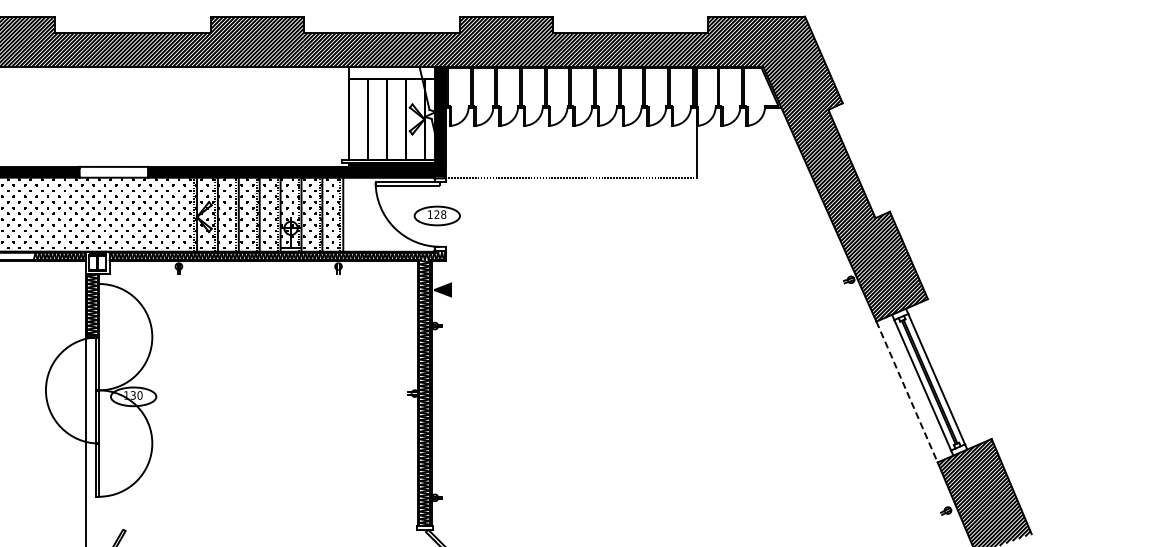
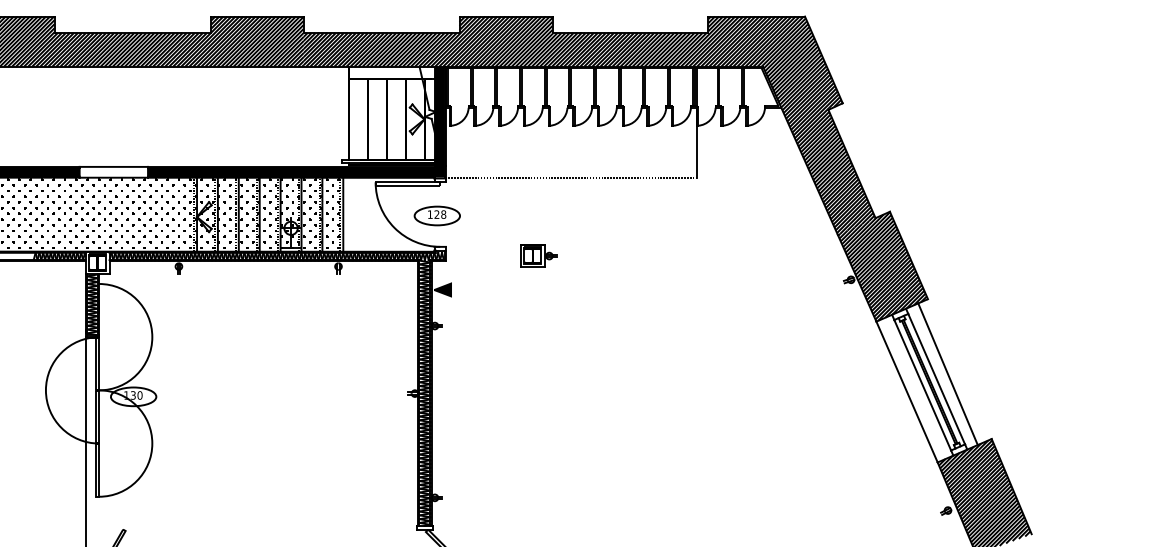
part at (538, 255): none -> present
line at (947, 374): none -> present
line at (907, 392): dashed -> solid
